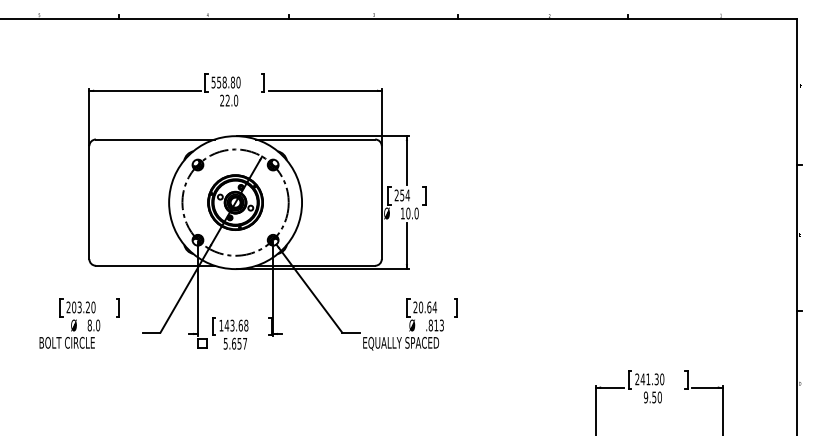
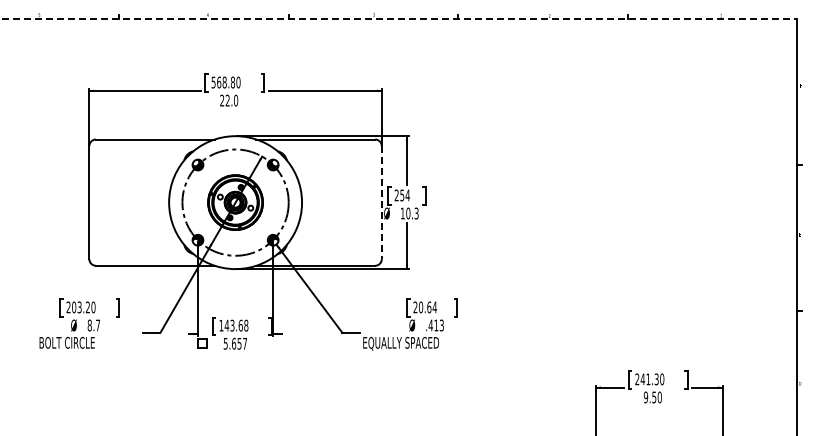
line at (399, 18): solid -> dashed
text at (219, 82): 558.80 -> 568.80
line at (381, 203): solid -> dashed
text at (416, 213): 10.0 -> 10.3
text at (98, 325): 8.0 -> 8.7
text at (430, 325): .813 -> .413
